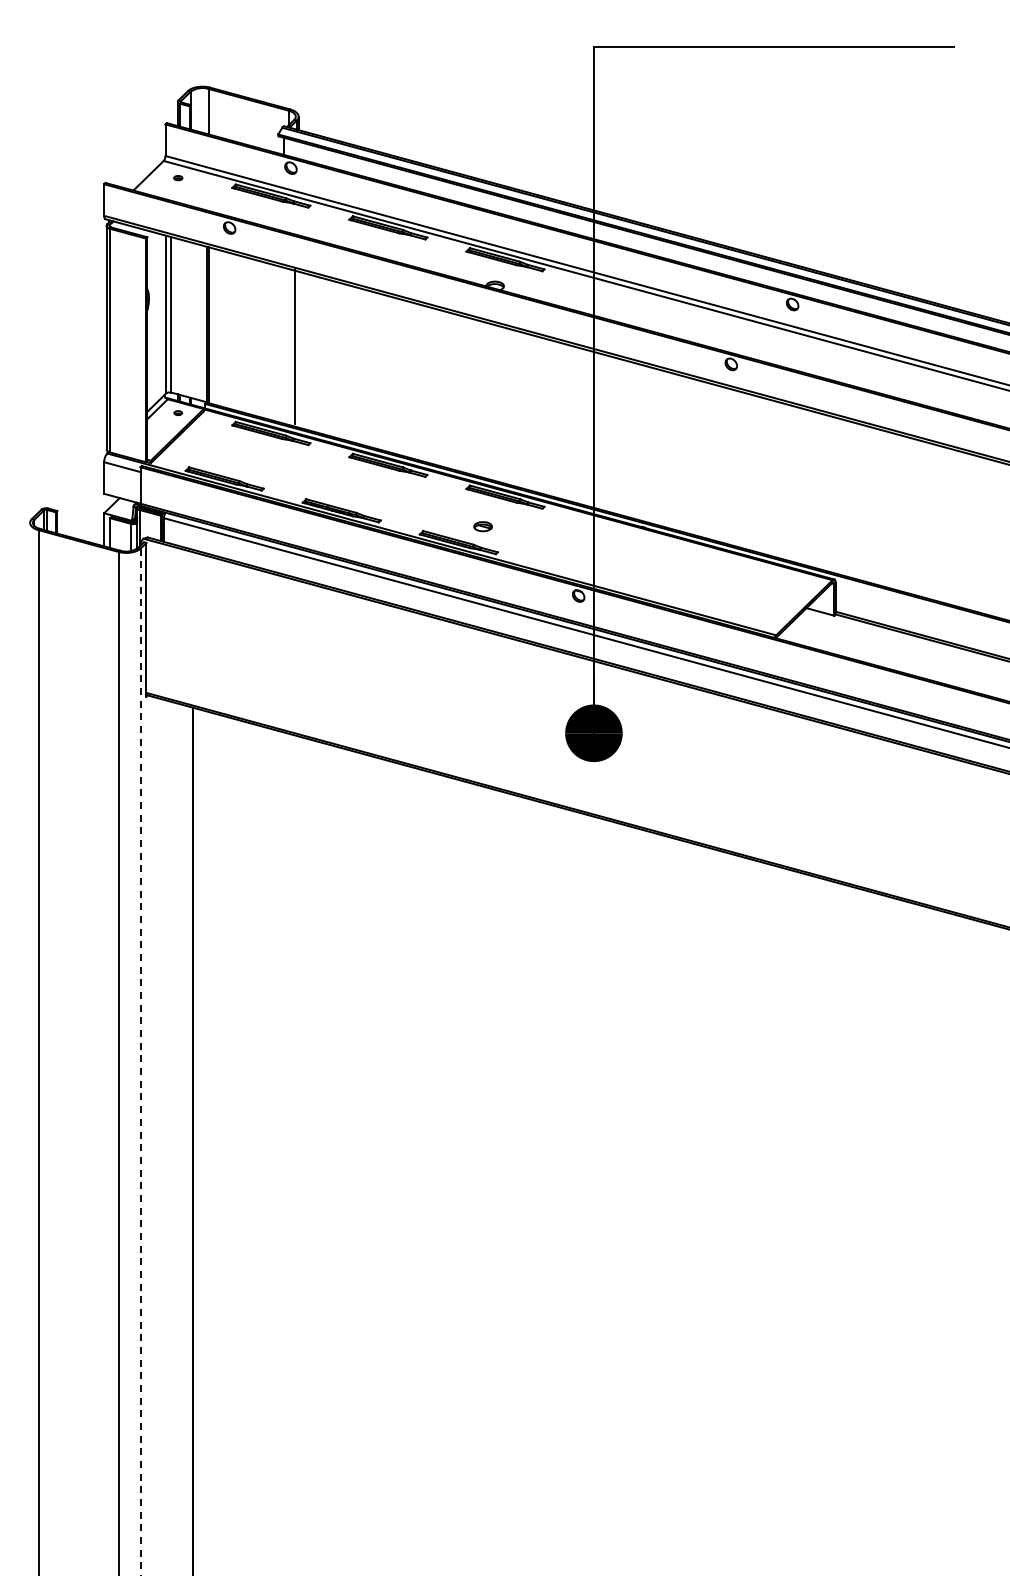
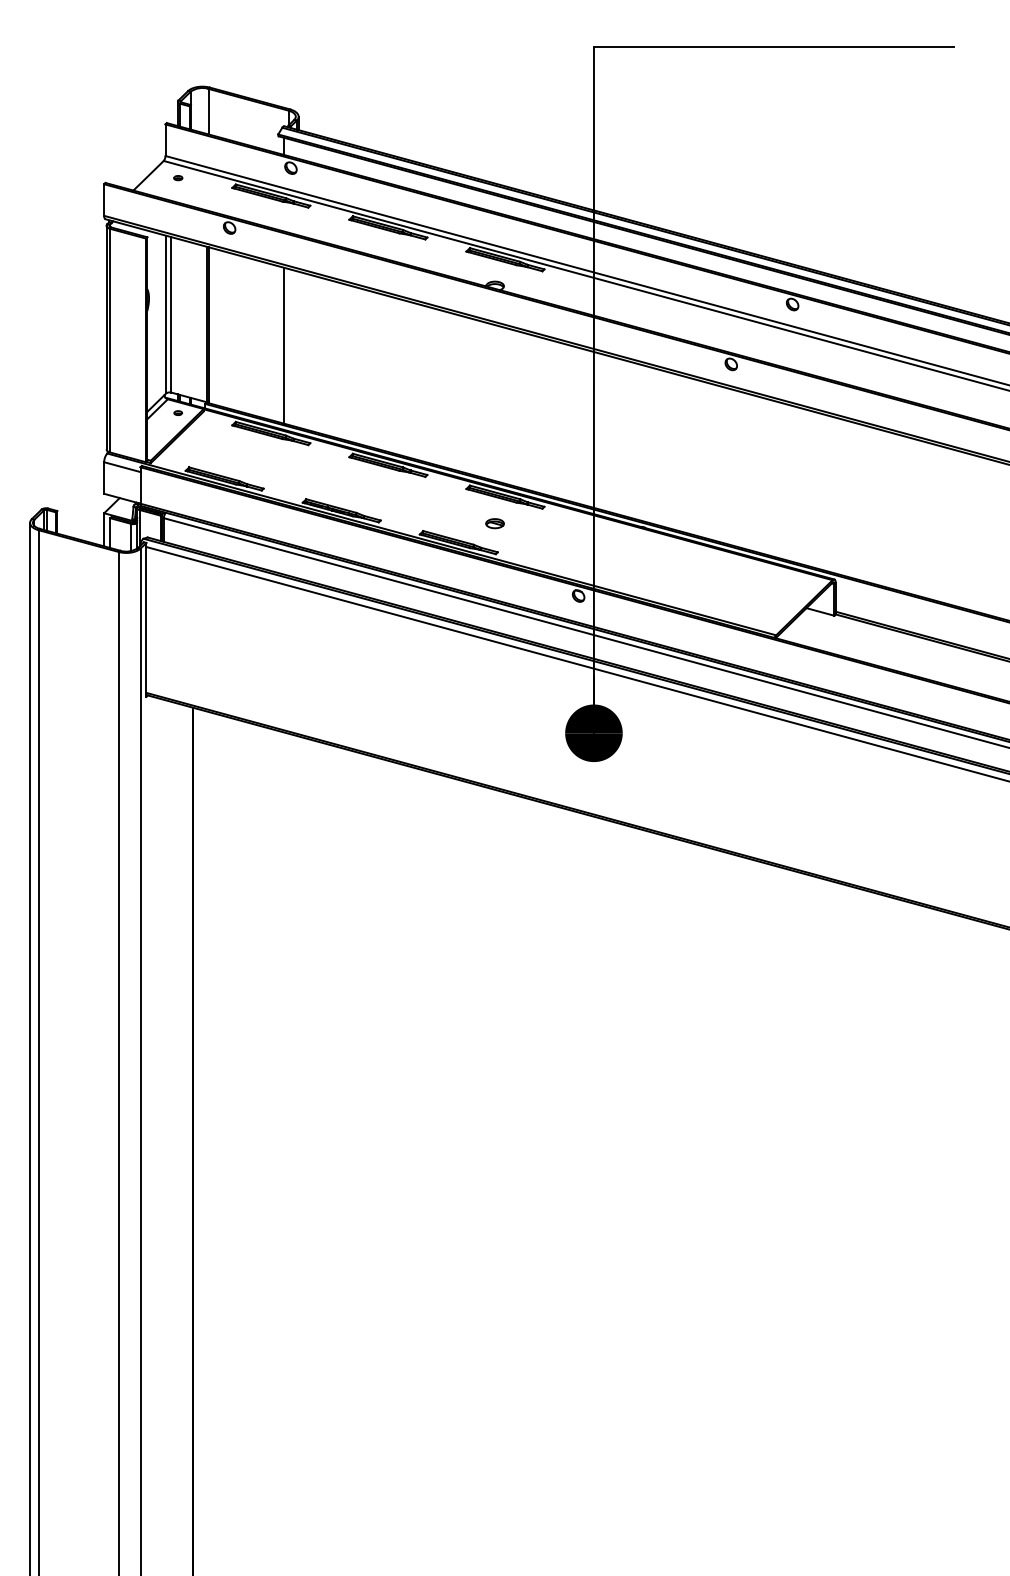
line at (294, 345) position: (294, 345) -> (283, 345)
part at (482, 526) position: (482, 526) -> (494, 523)
line at (576, 663): none -> present
line at (30, 1047): none -> present
line at (140, 1062): dashed -> solid
